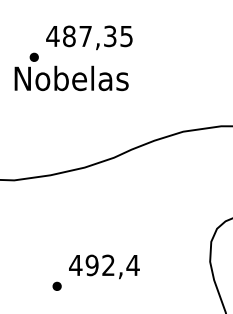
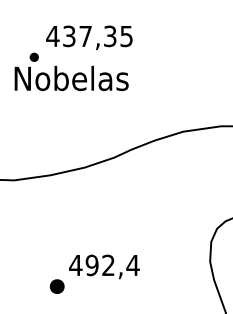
text at (69, 36): 487,35 -> 437,35
part at (56, 285) size: 10x10 px -> 15x15 px
